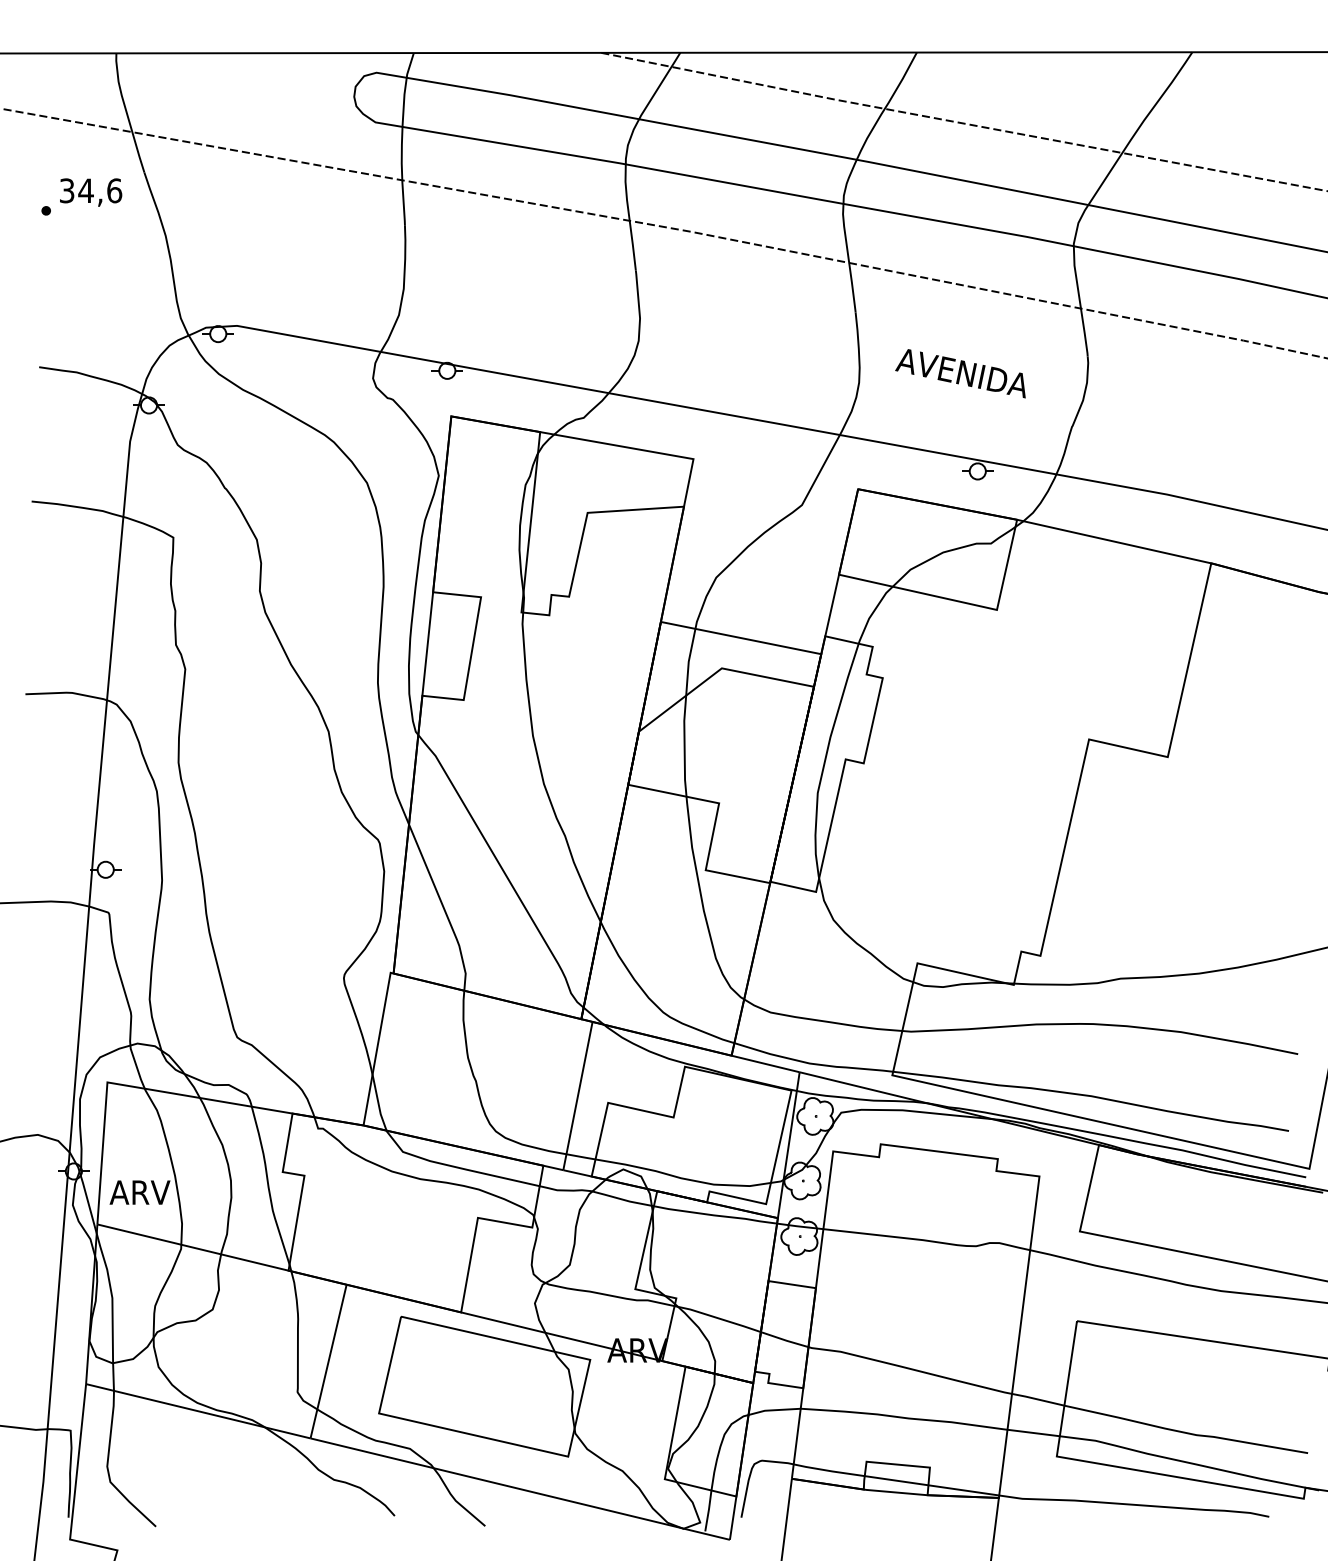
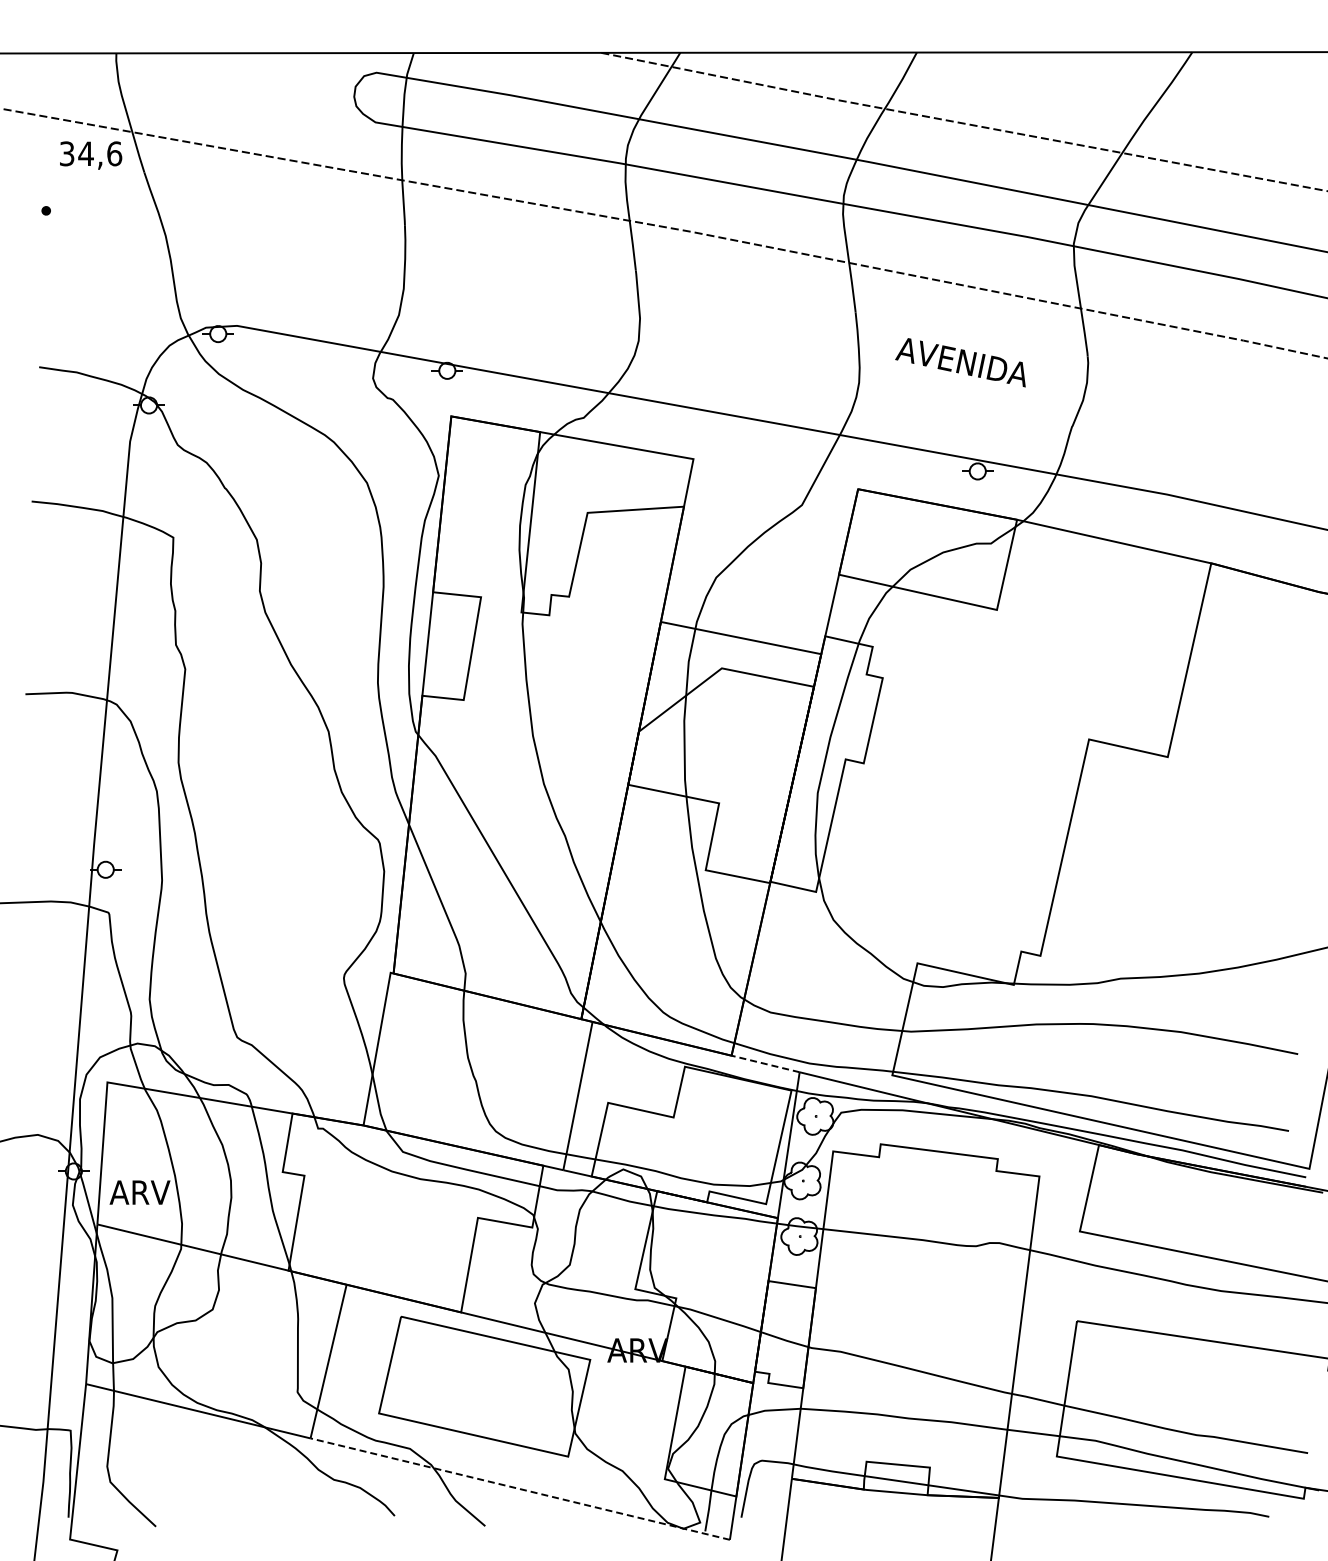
text at (91, 192) position: (91, 192) -> (91, 155)
text at (960, 373) position: (960, 373) -> (960, 362)
line at (765, 1063): solid -> dashed
line at (520, 1489): solid -> dashed
